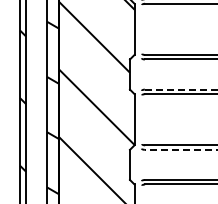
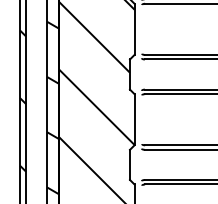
line at (181, 89): dashed -> solid
line at (180, 149): dashed -> solid
